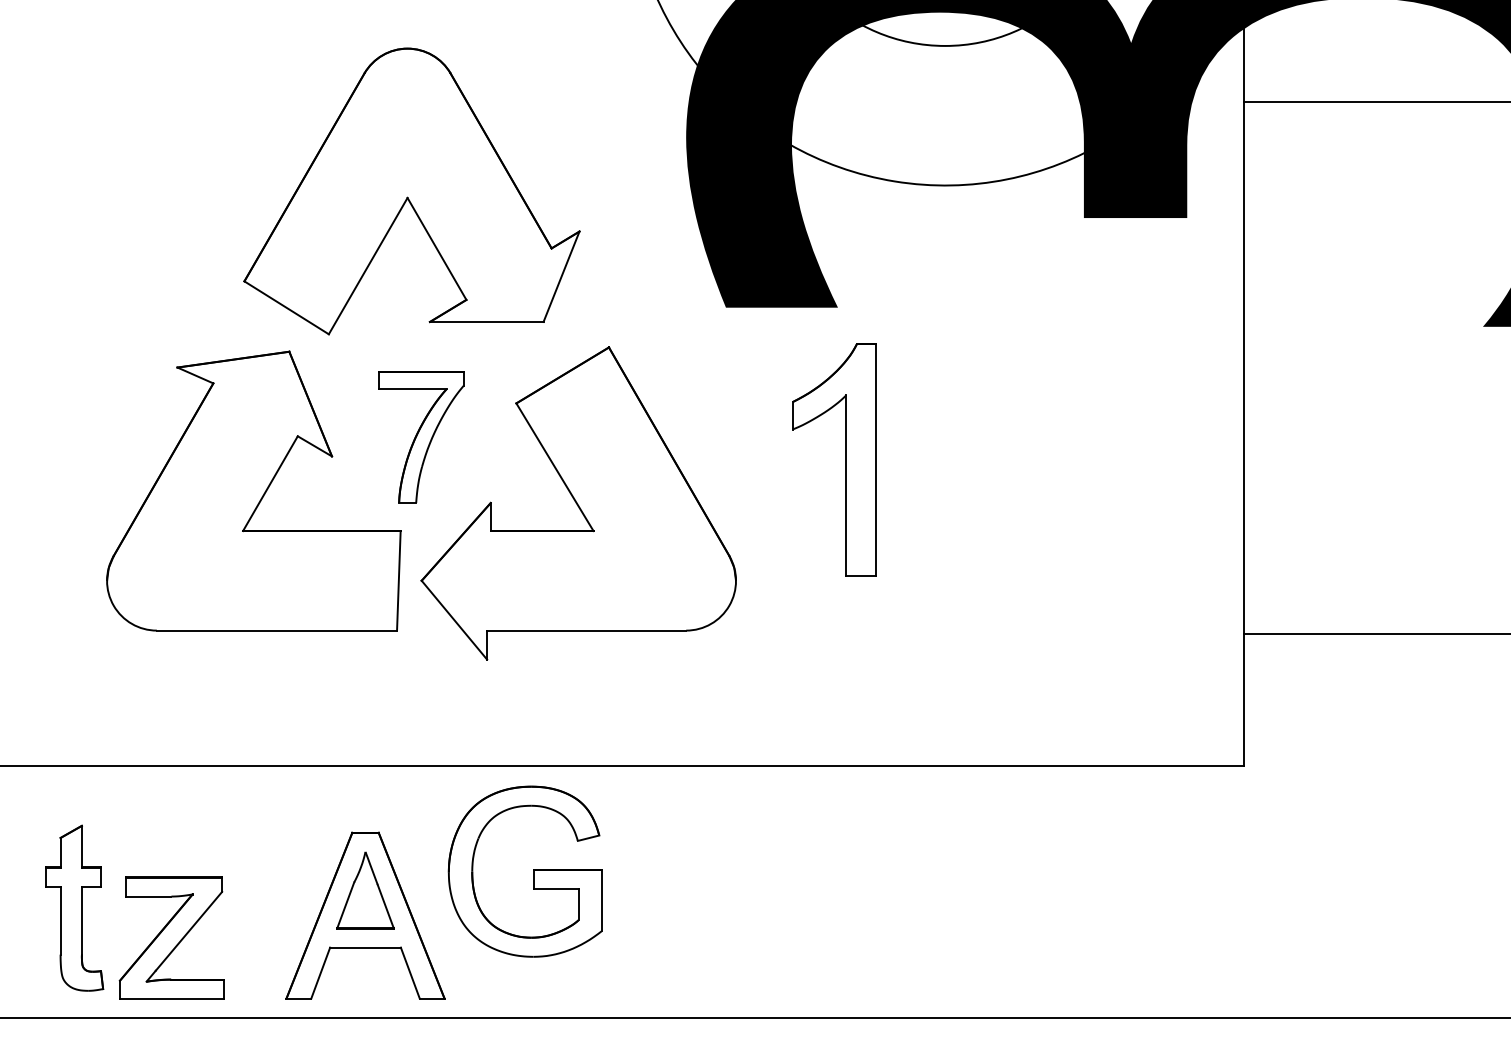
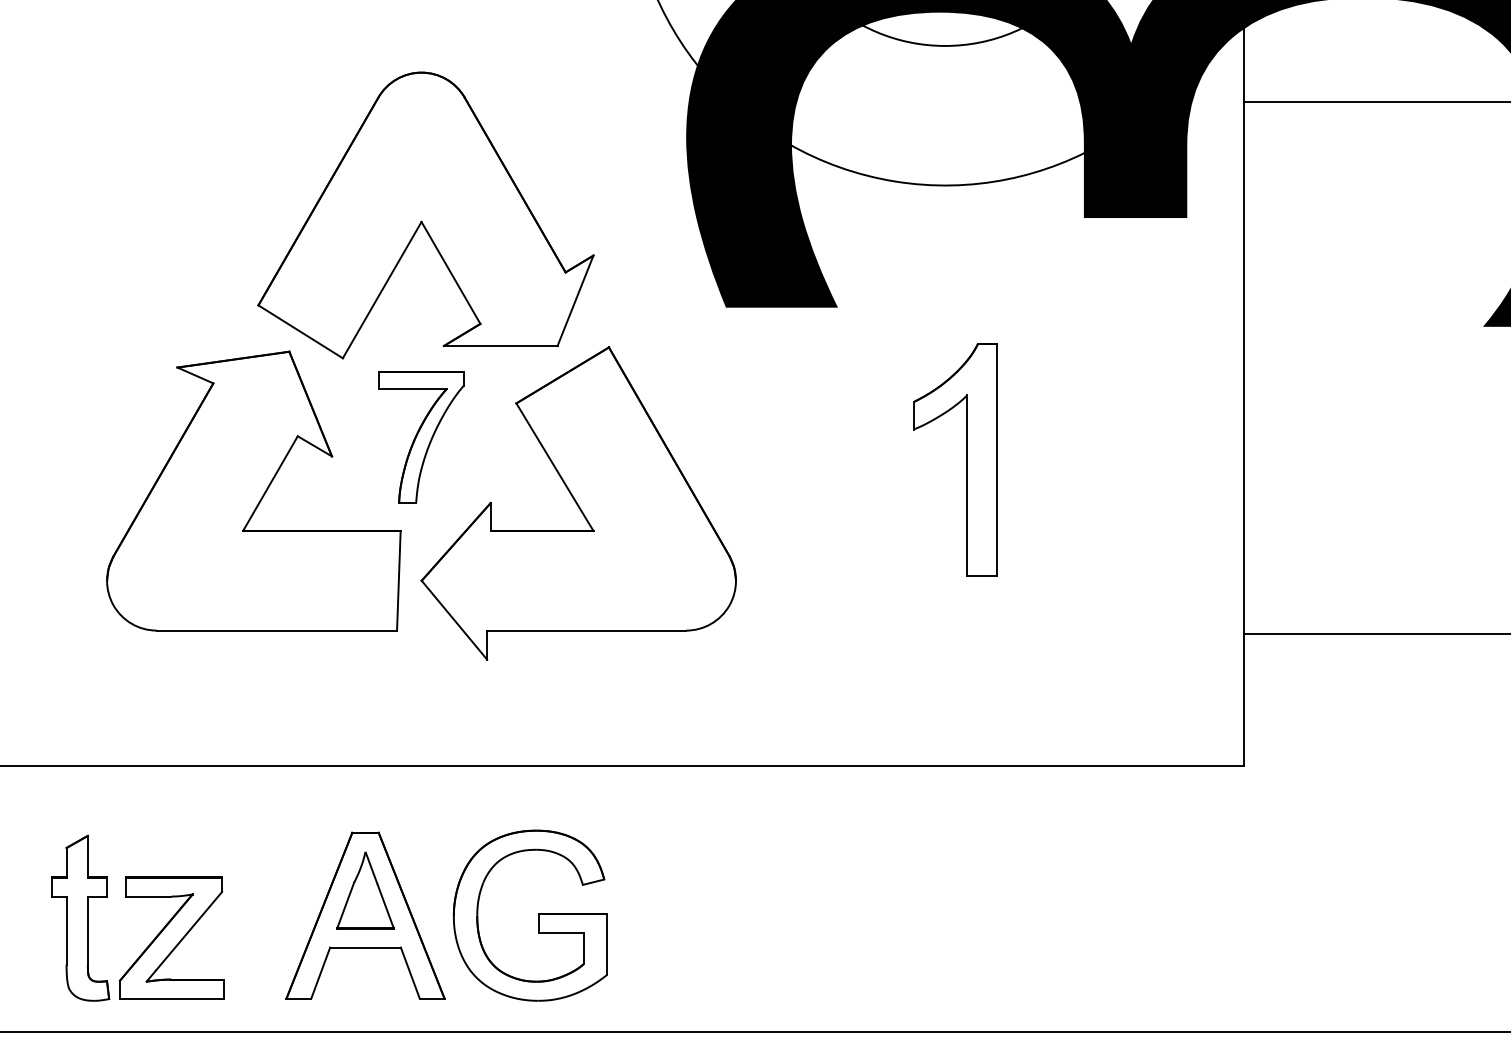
part at (411, 191) position: (411, 191) -> (425, 215)
part at (845, 459) position: (845, 459) -> (966, 459)
part at (533, 871) position: (533, 871) -> (538, 915)
part at (74, 907) position: (74, 907) -> (80, 917)
line at (754, 1017) position: (754, 1017) -> (754, 1031)
